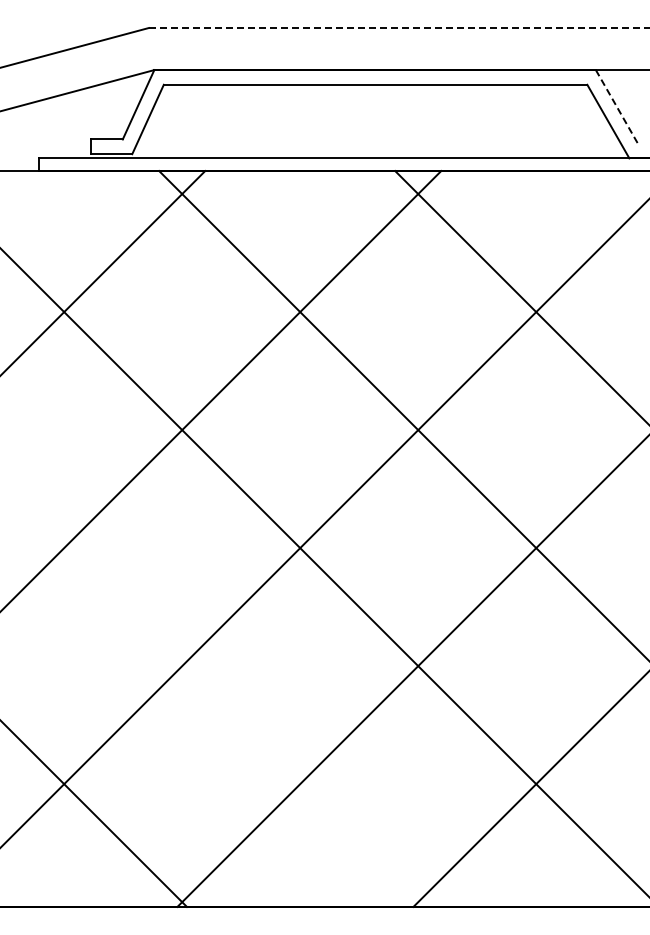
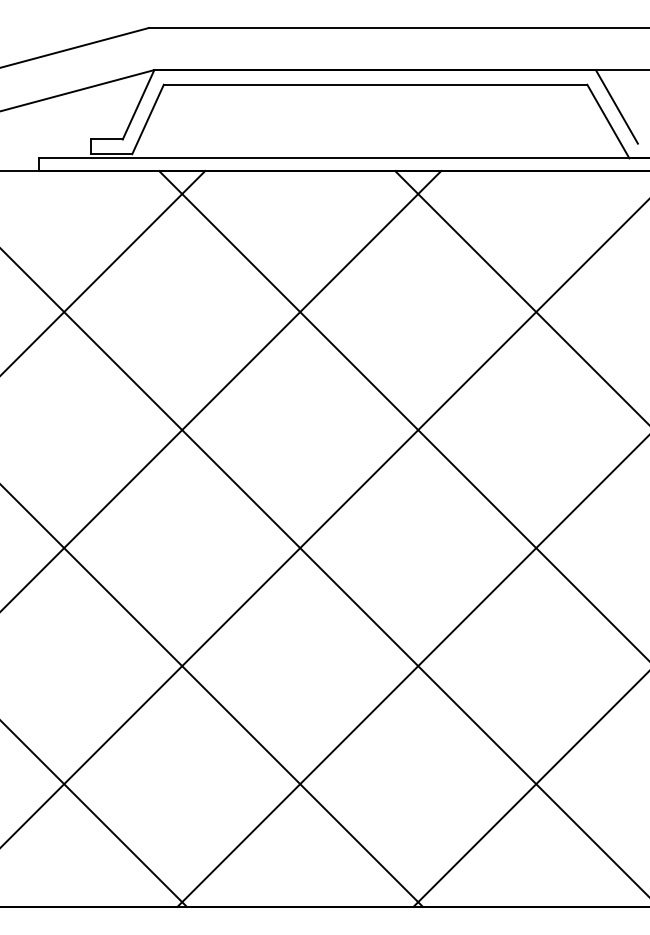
line at (399, 28): dashed -> solid
line at (617, 107): dashed -> solid
line at (212, 696): none -> present
